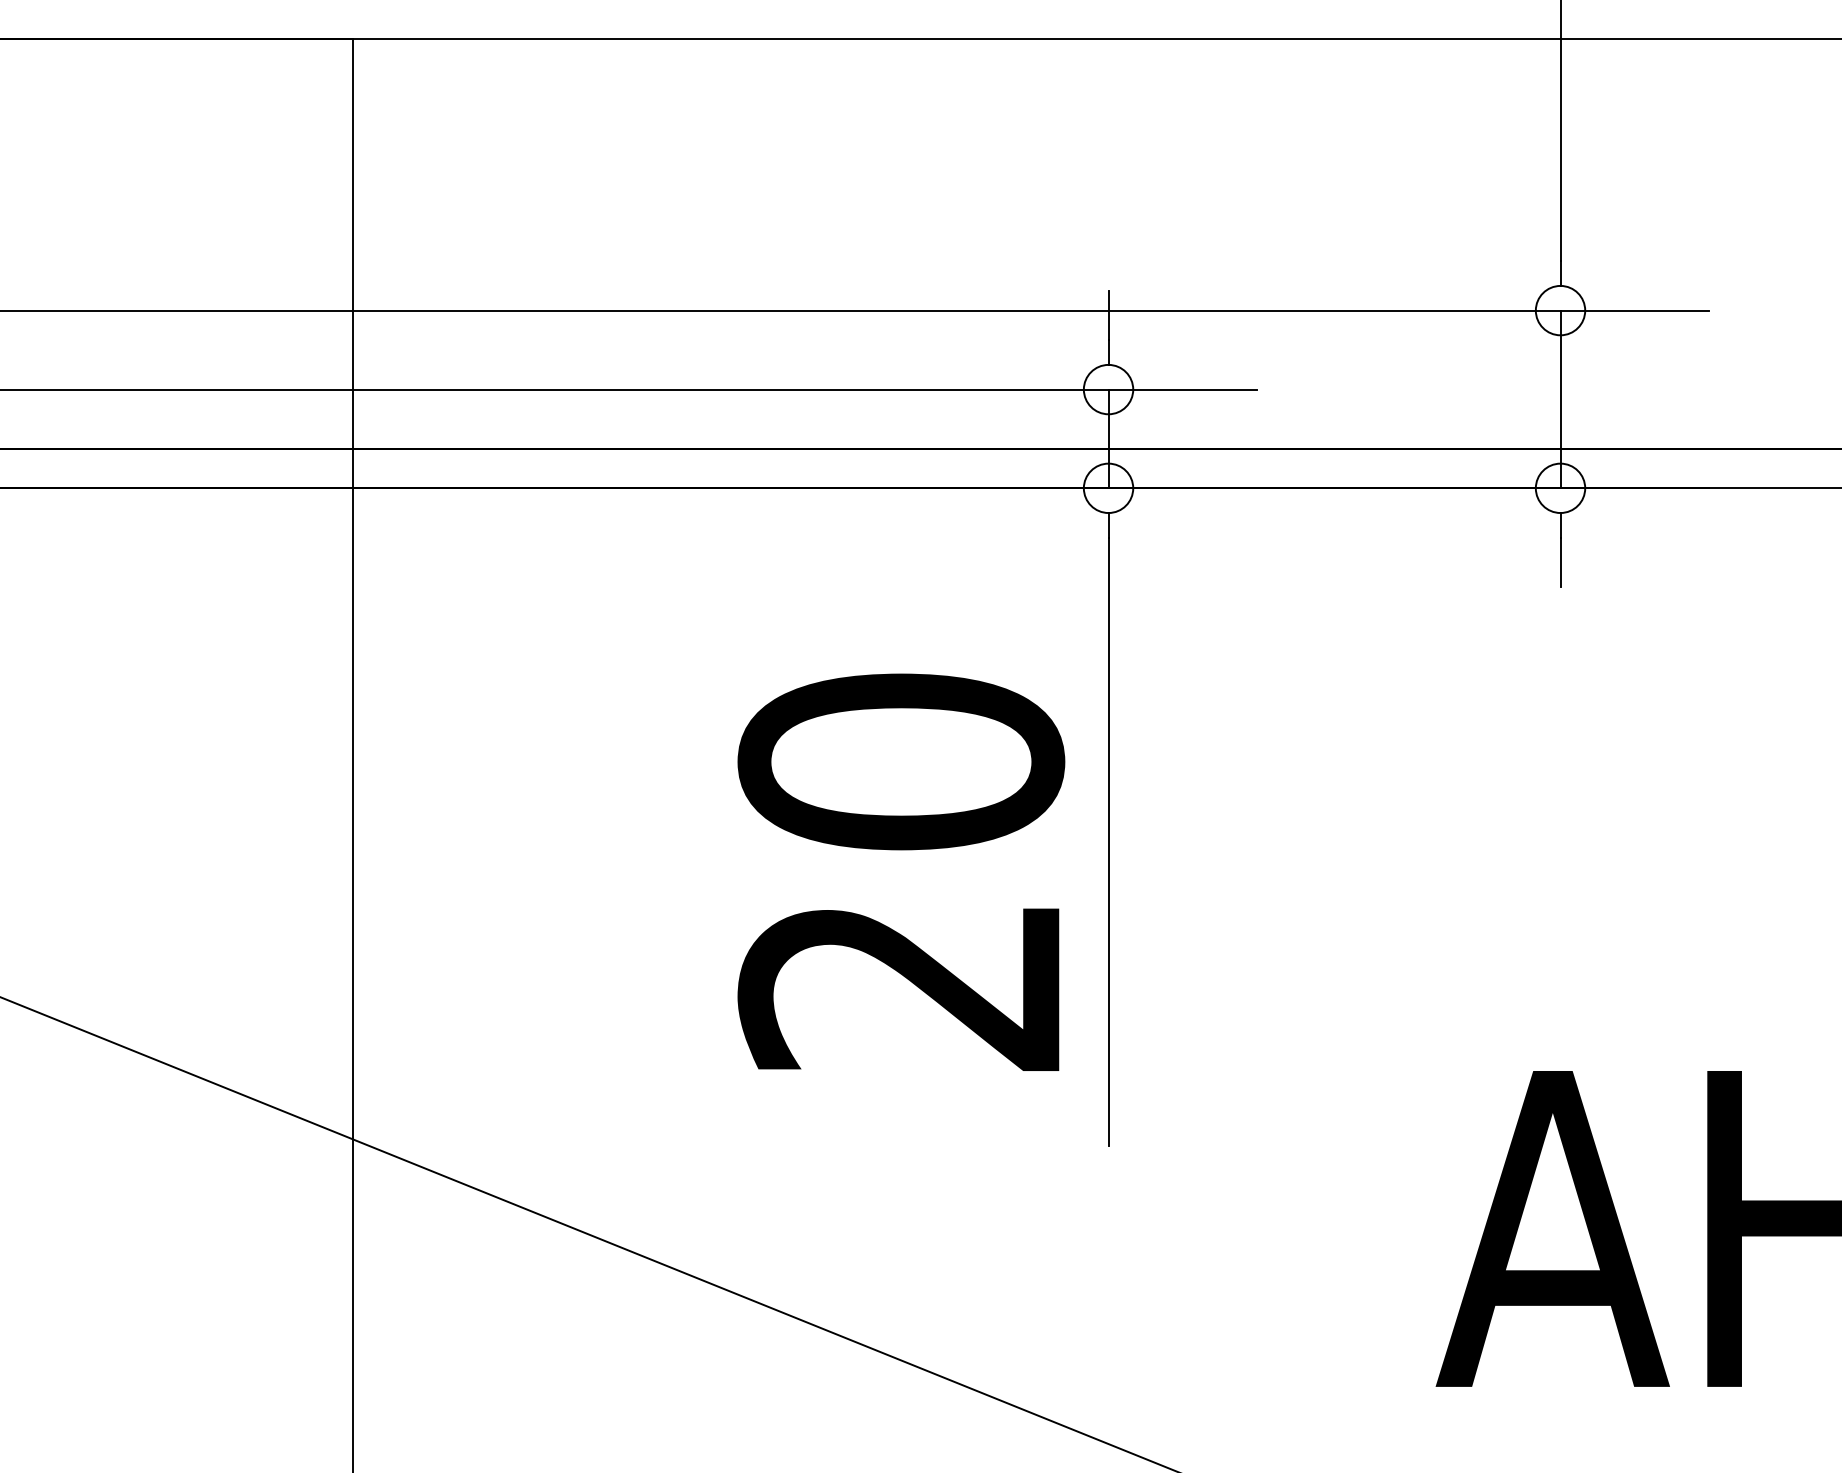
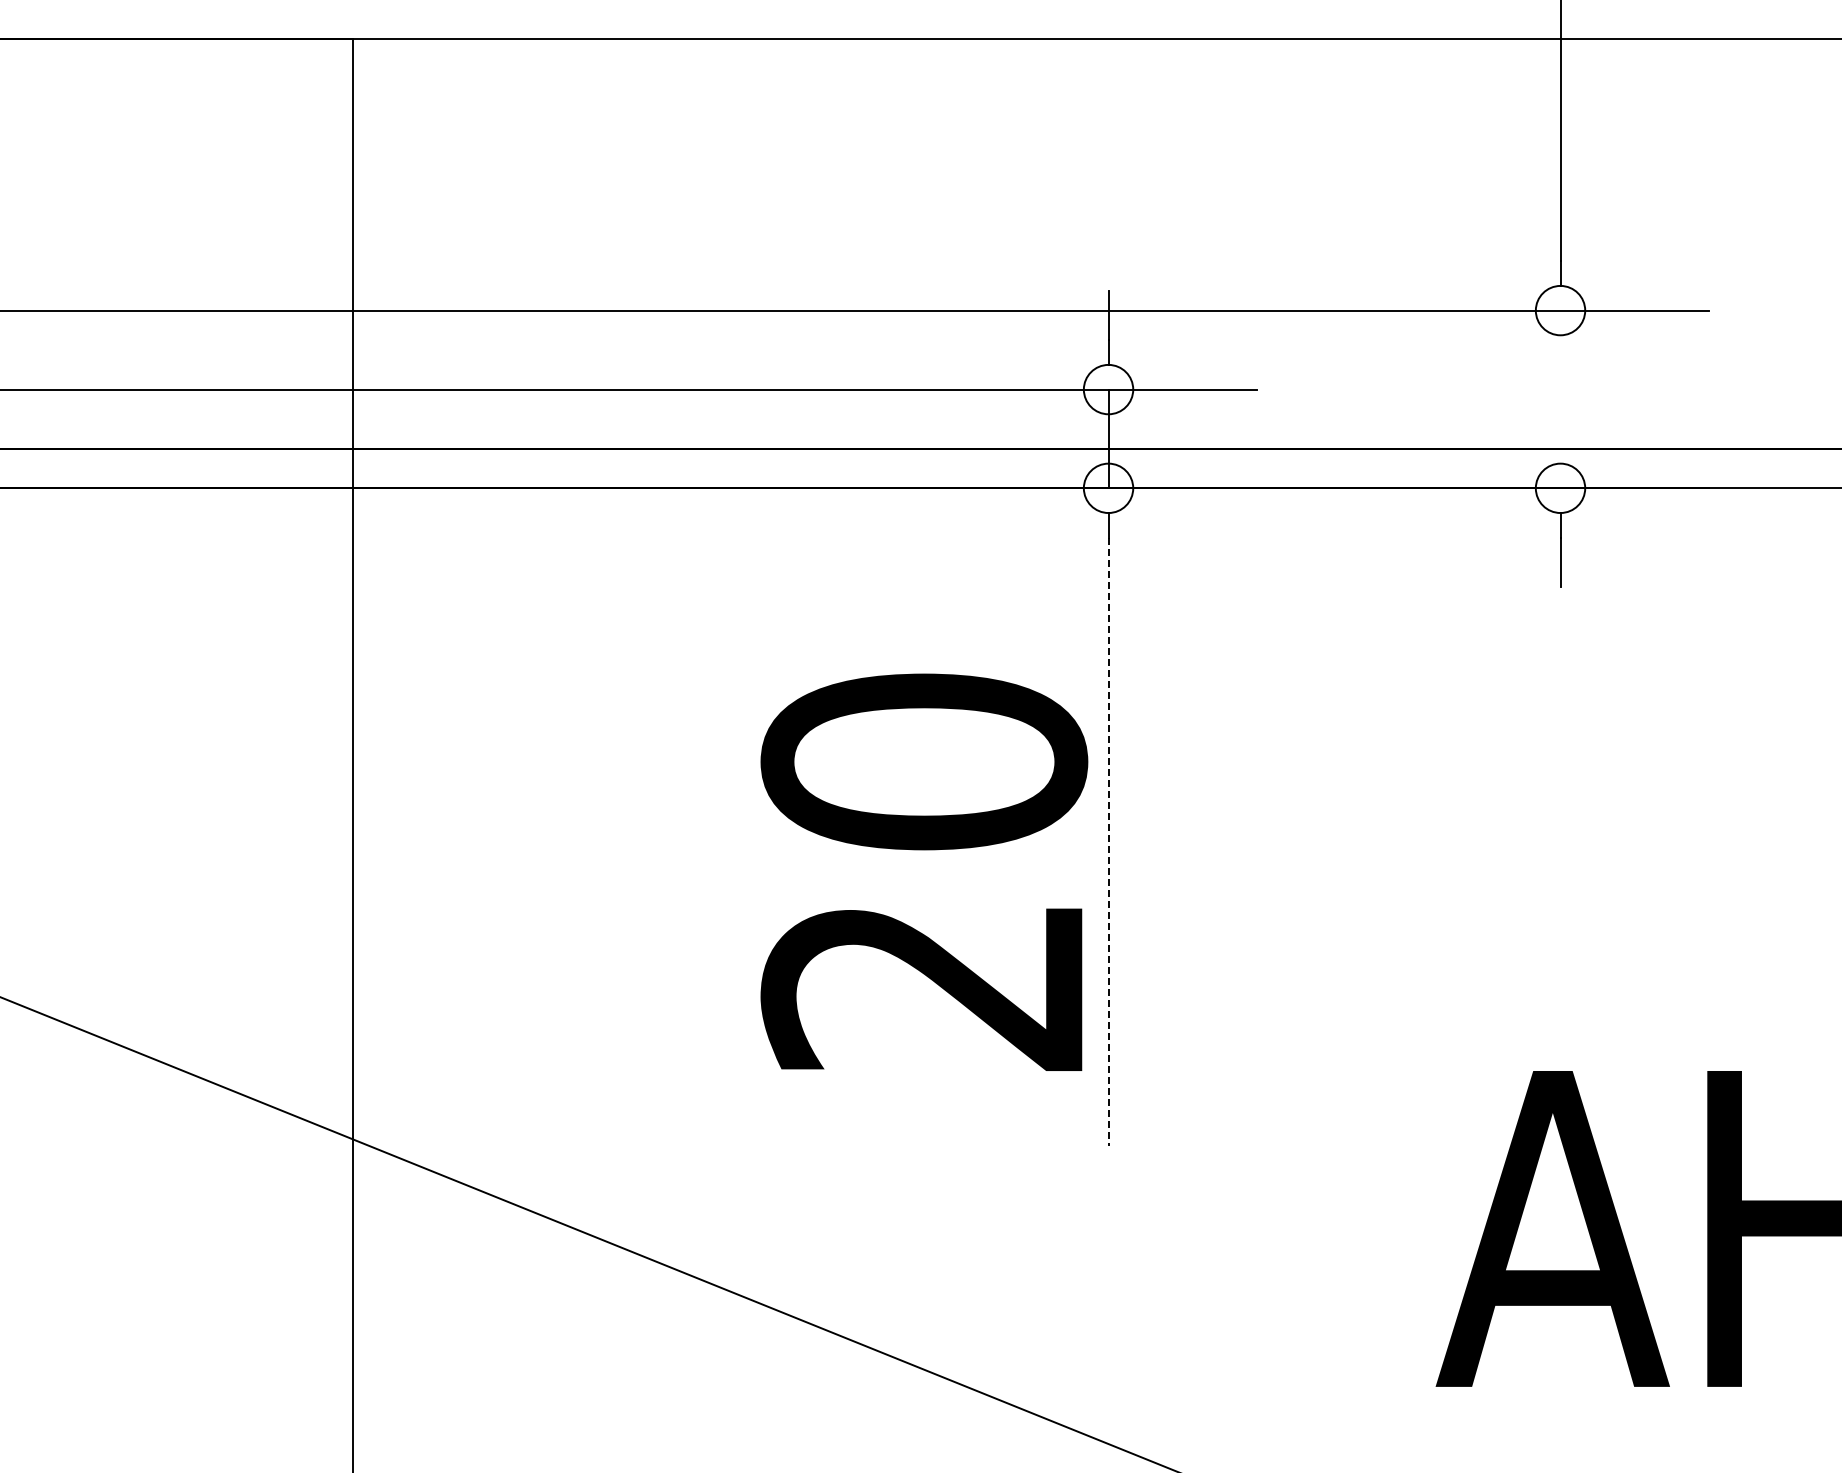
line at (1560, 399): present -> none
line at (1108, 842): solid -> dashed
text at (901, 871) position: (901, 871) -> (924, 871)
